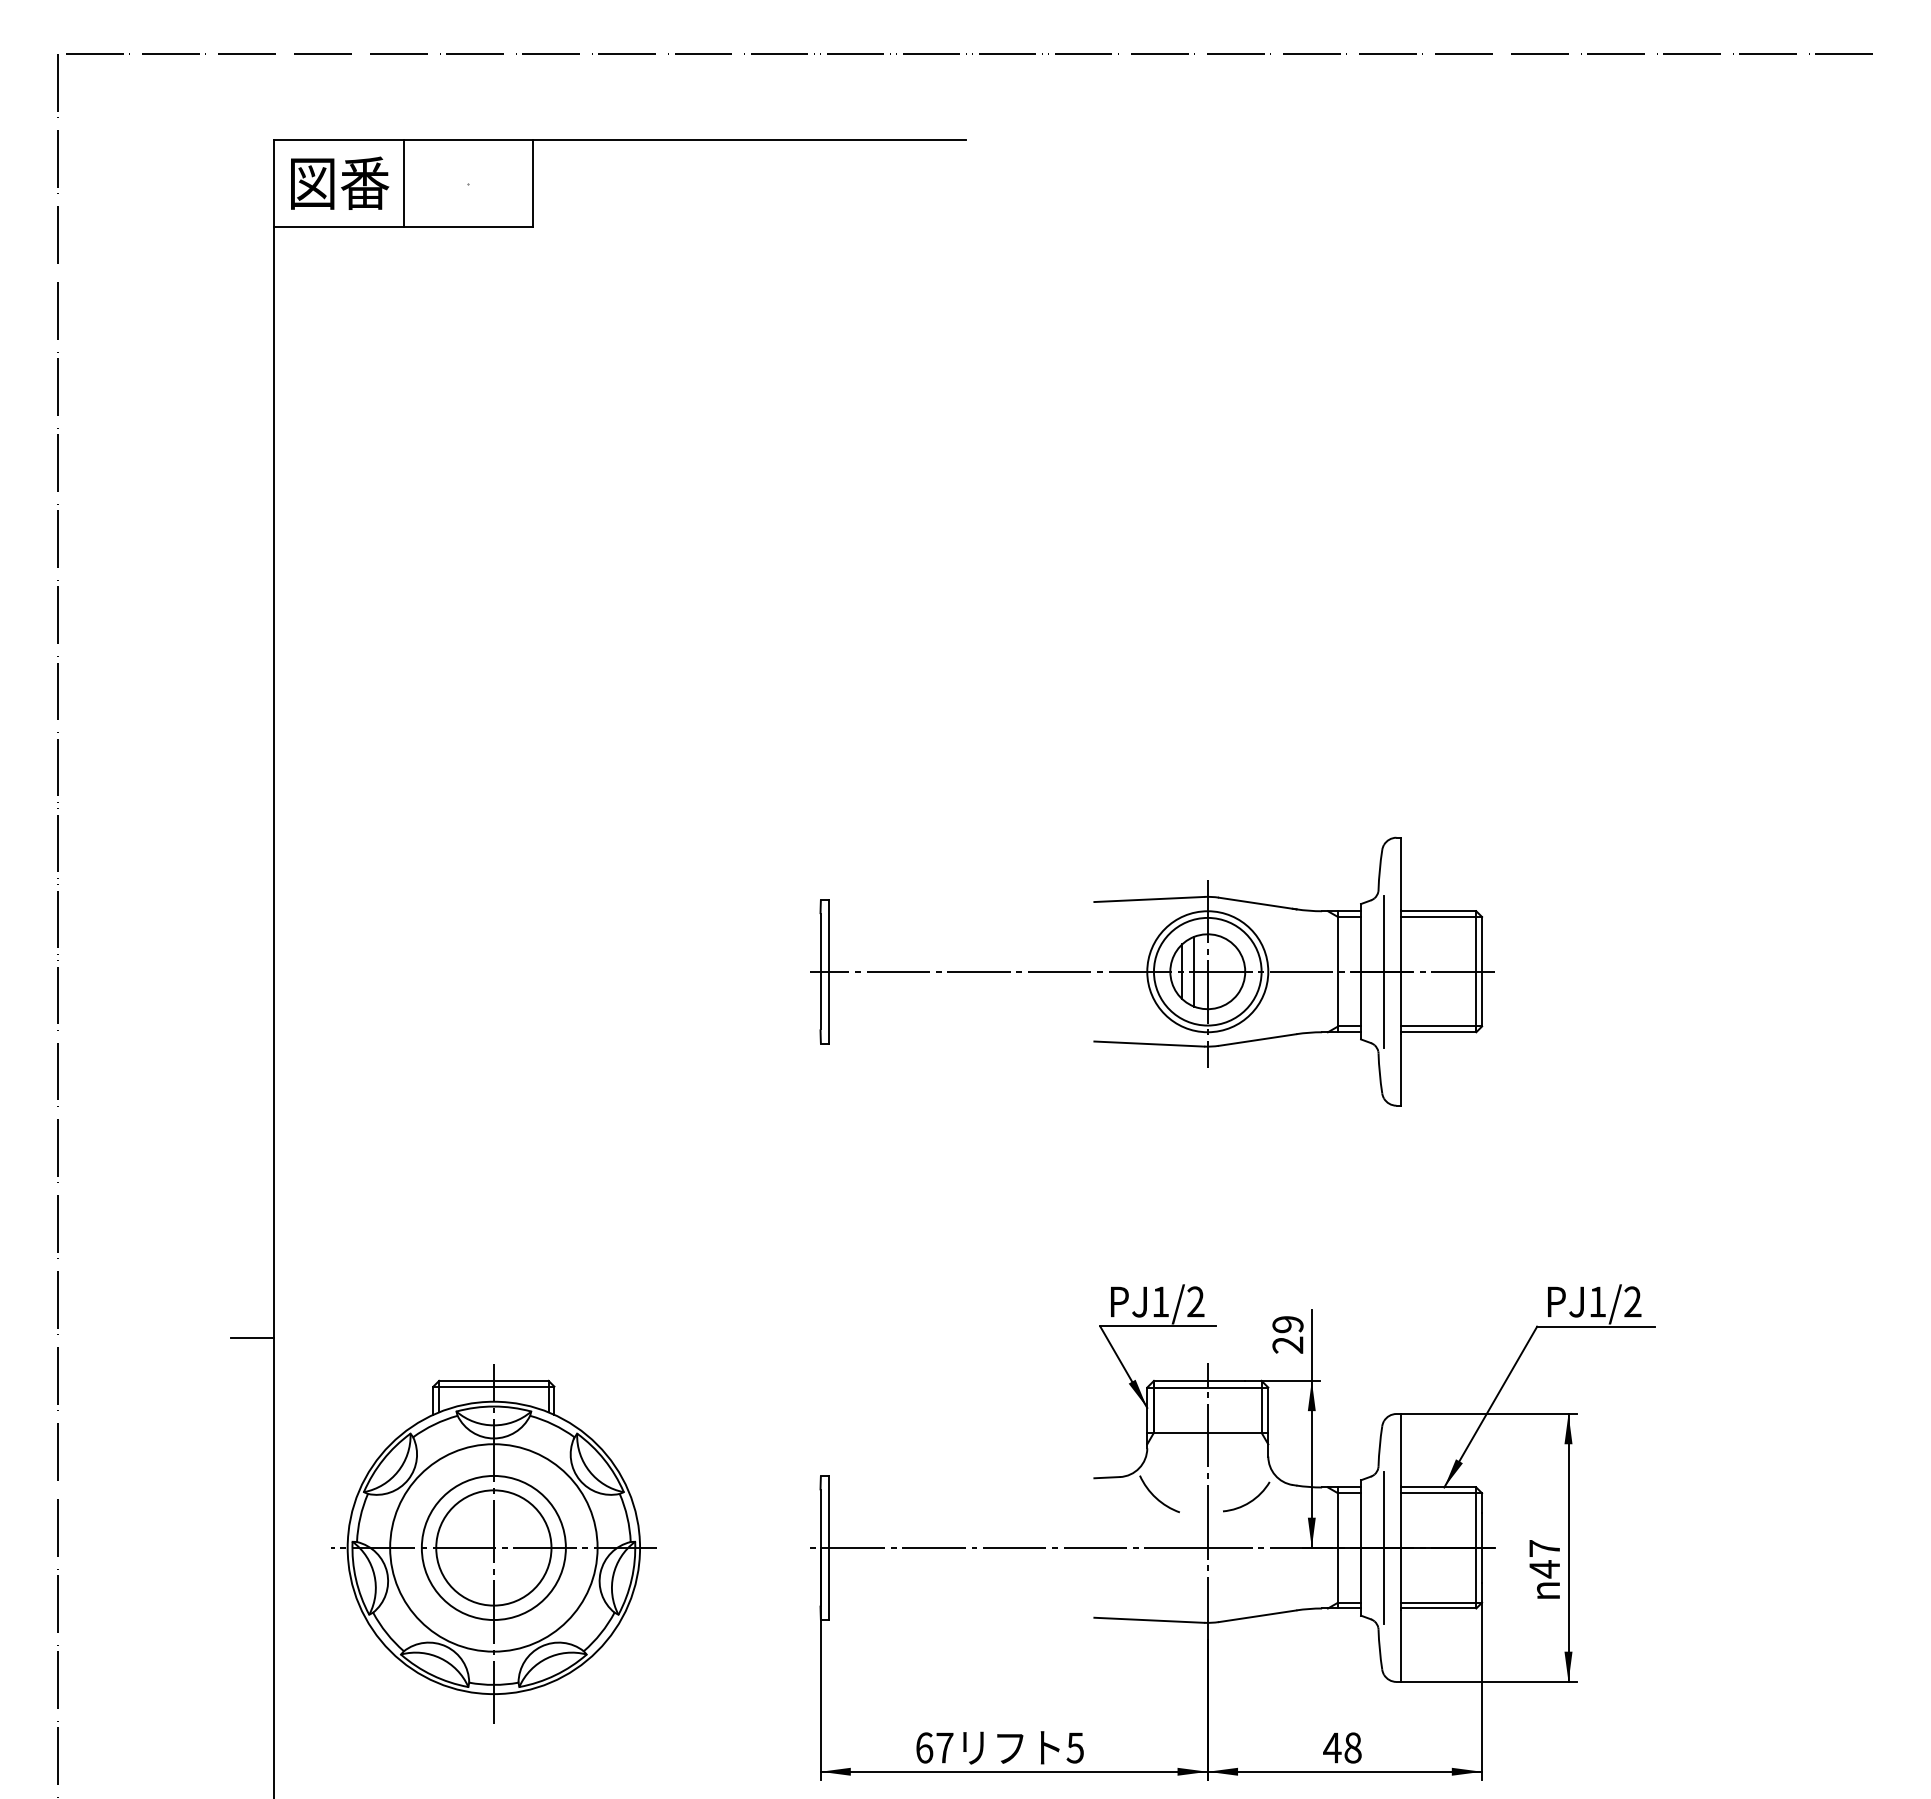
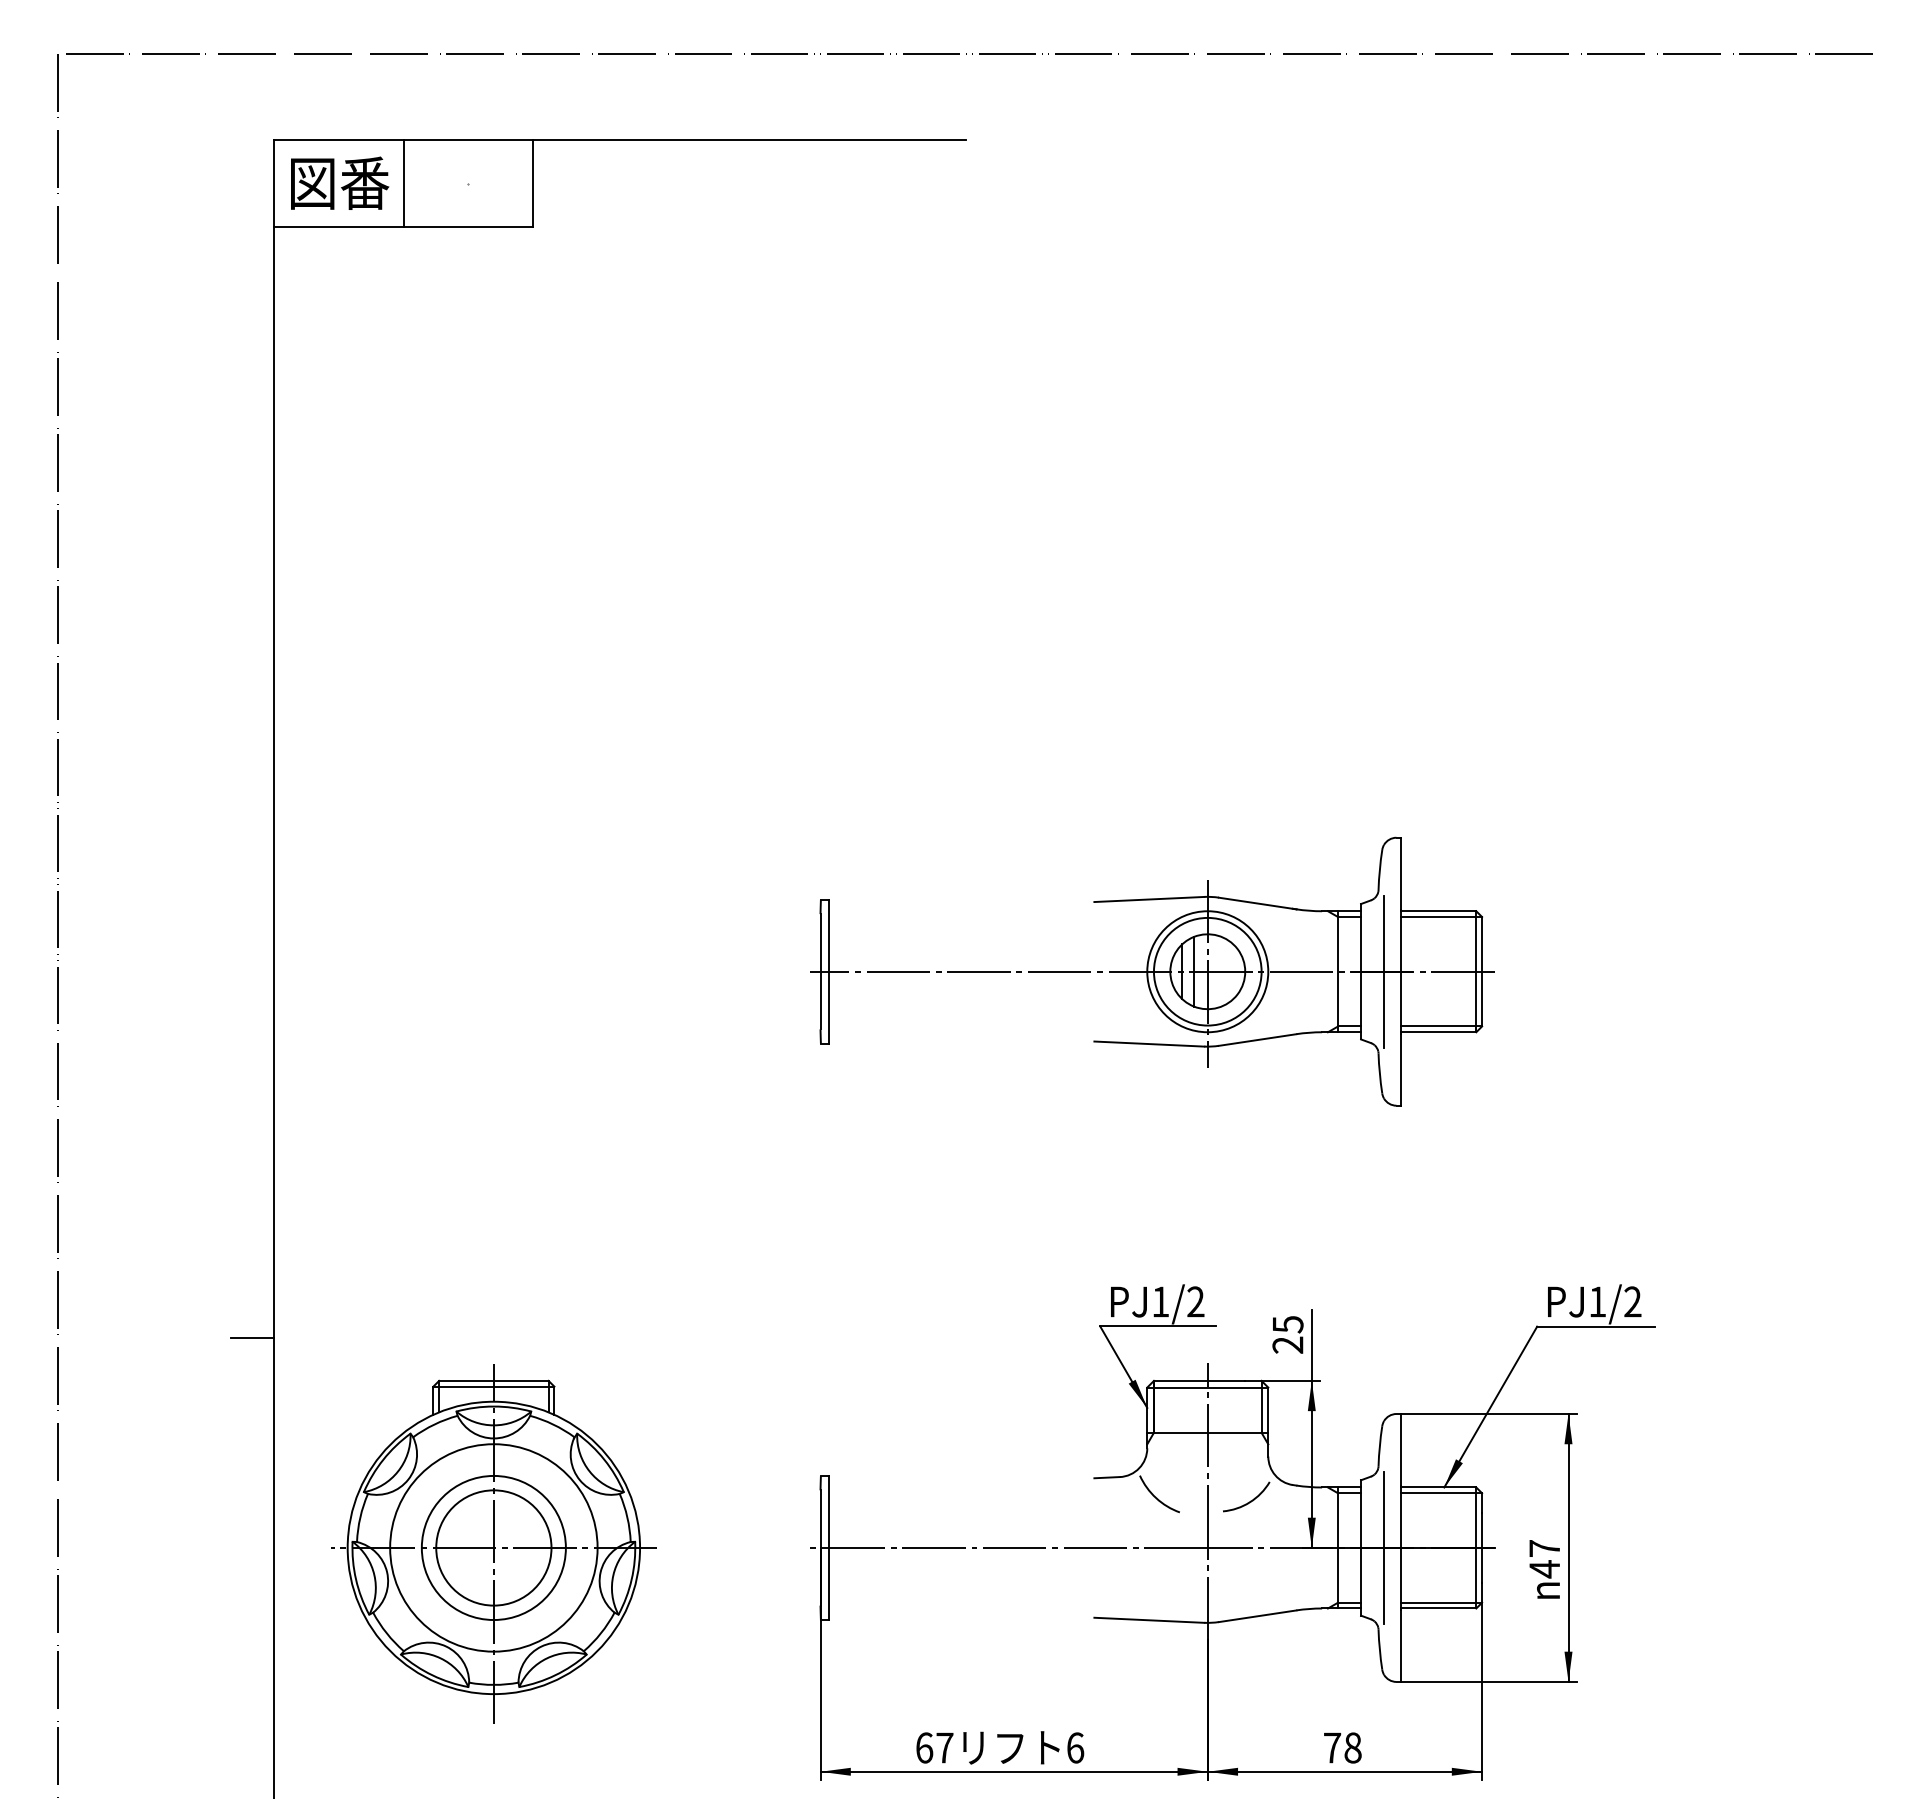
text at (1287, 1324): 29 -> 25
text at (1075, 1747): 5 -> 6
text at (1332, 1747): 48 -> 78
